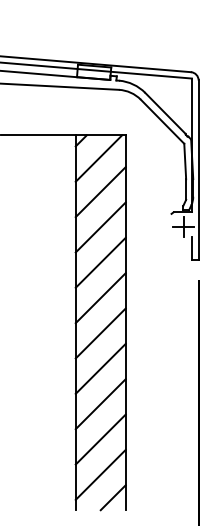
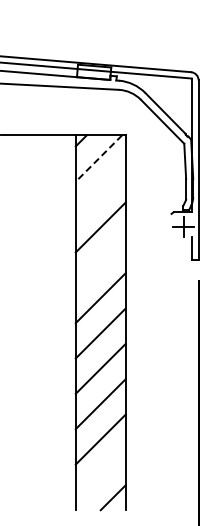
line at (98, 158): solid -> dashed
line at (100, 192): present -> none
line at (100, 262): present -> none
line at (100, 474): present -> none
